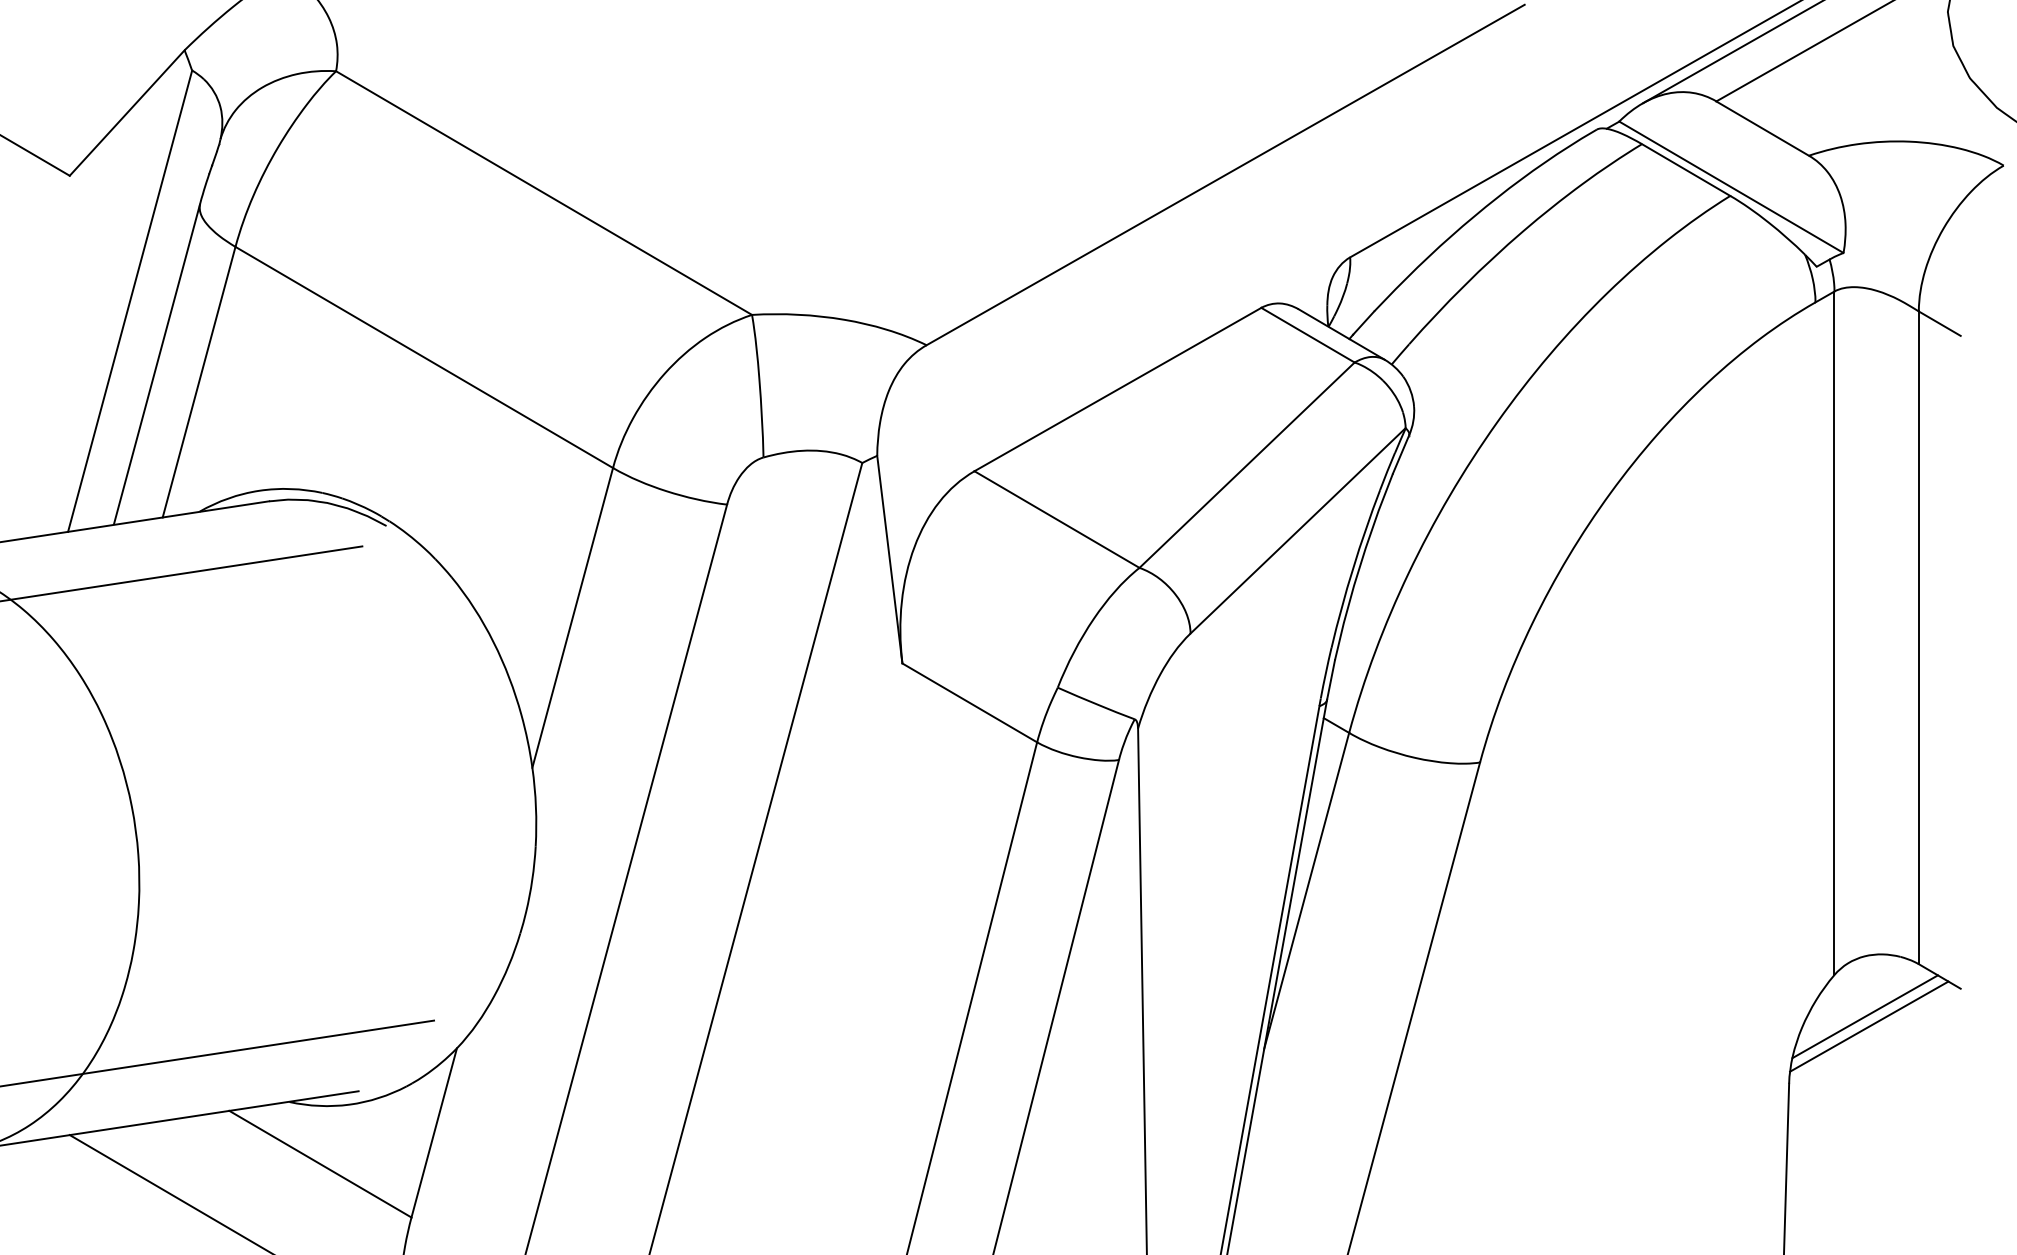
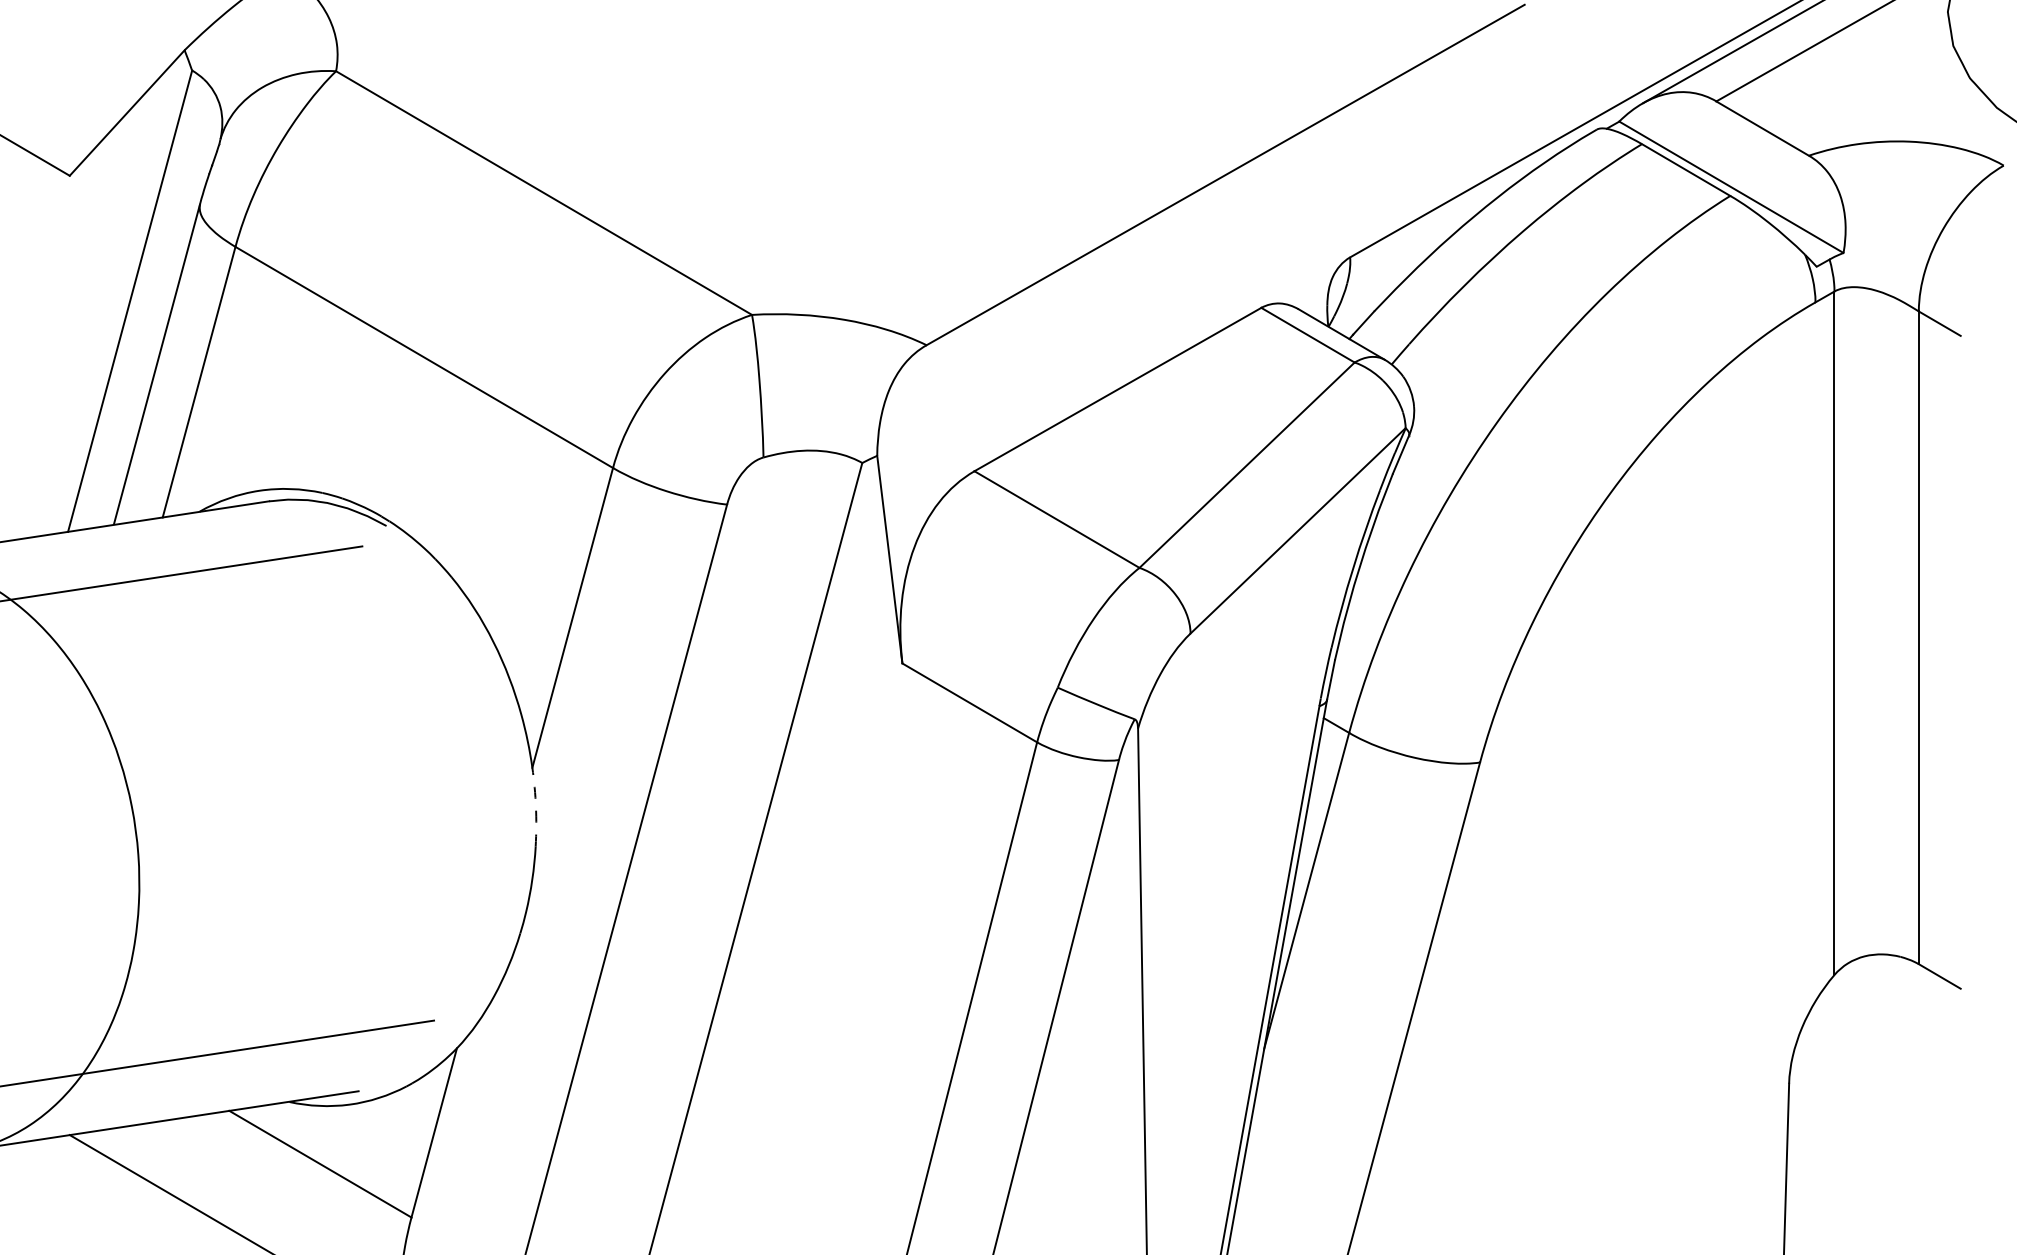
arc at (535, 807): solid -> dashed
line at (1864, 1016): present -> none
line at (1869, 1026): present -> none
